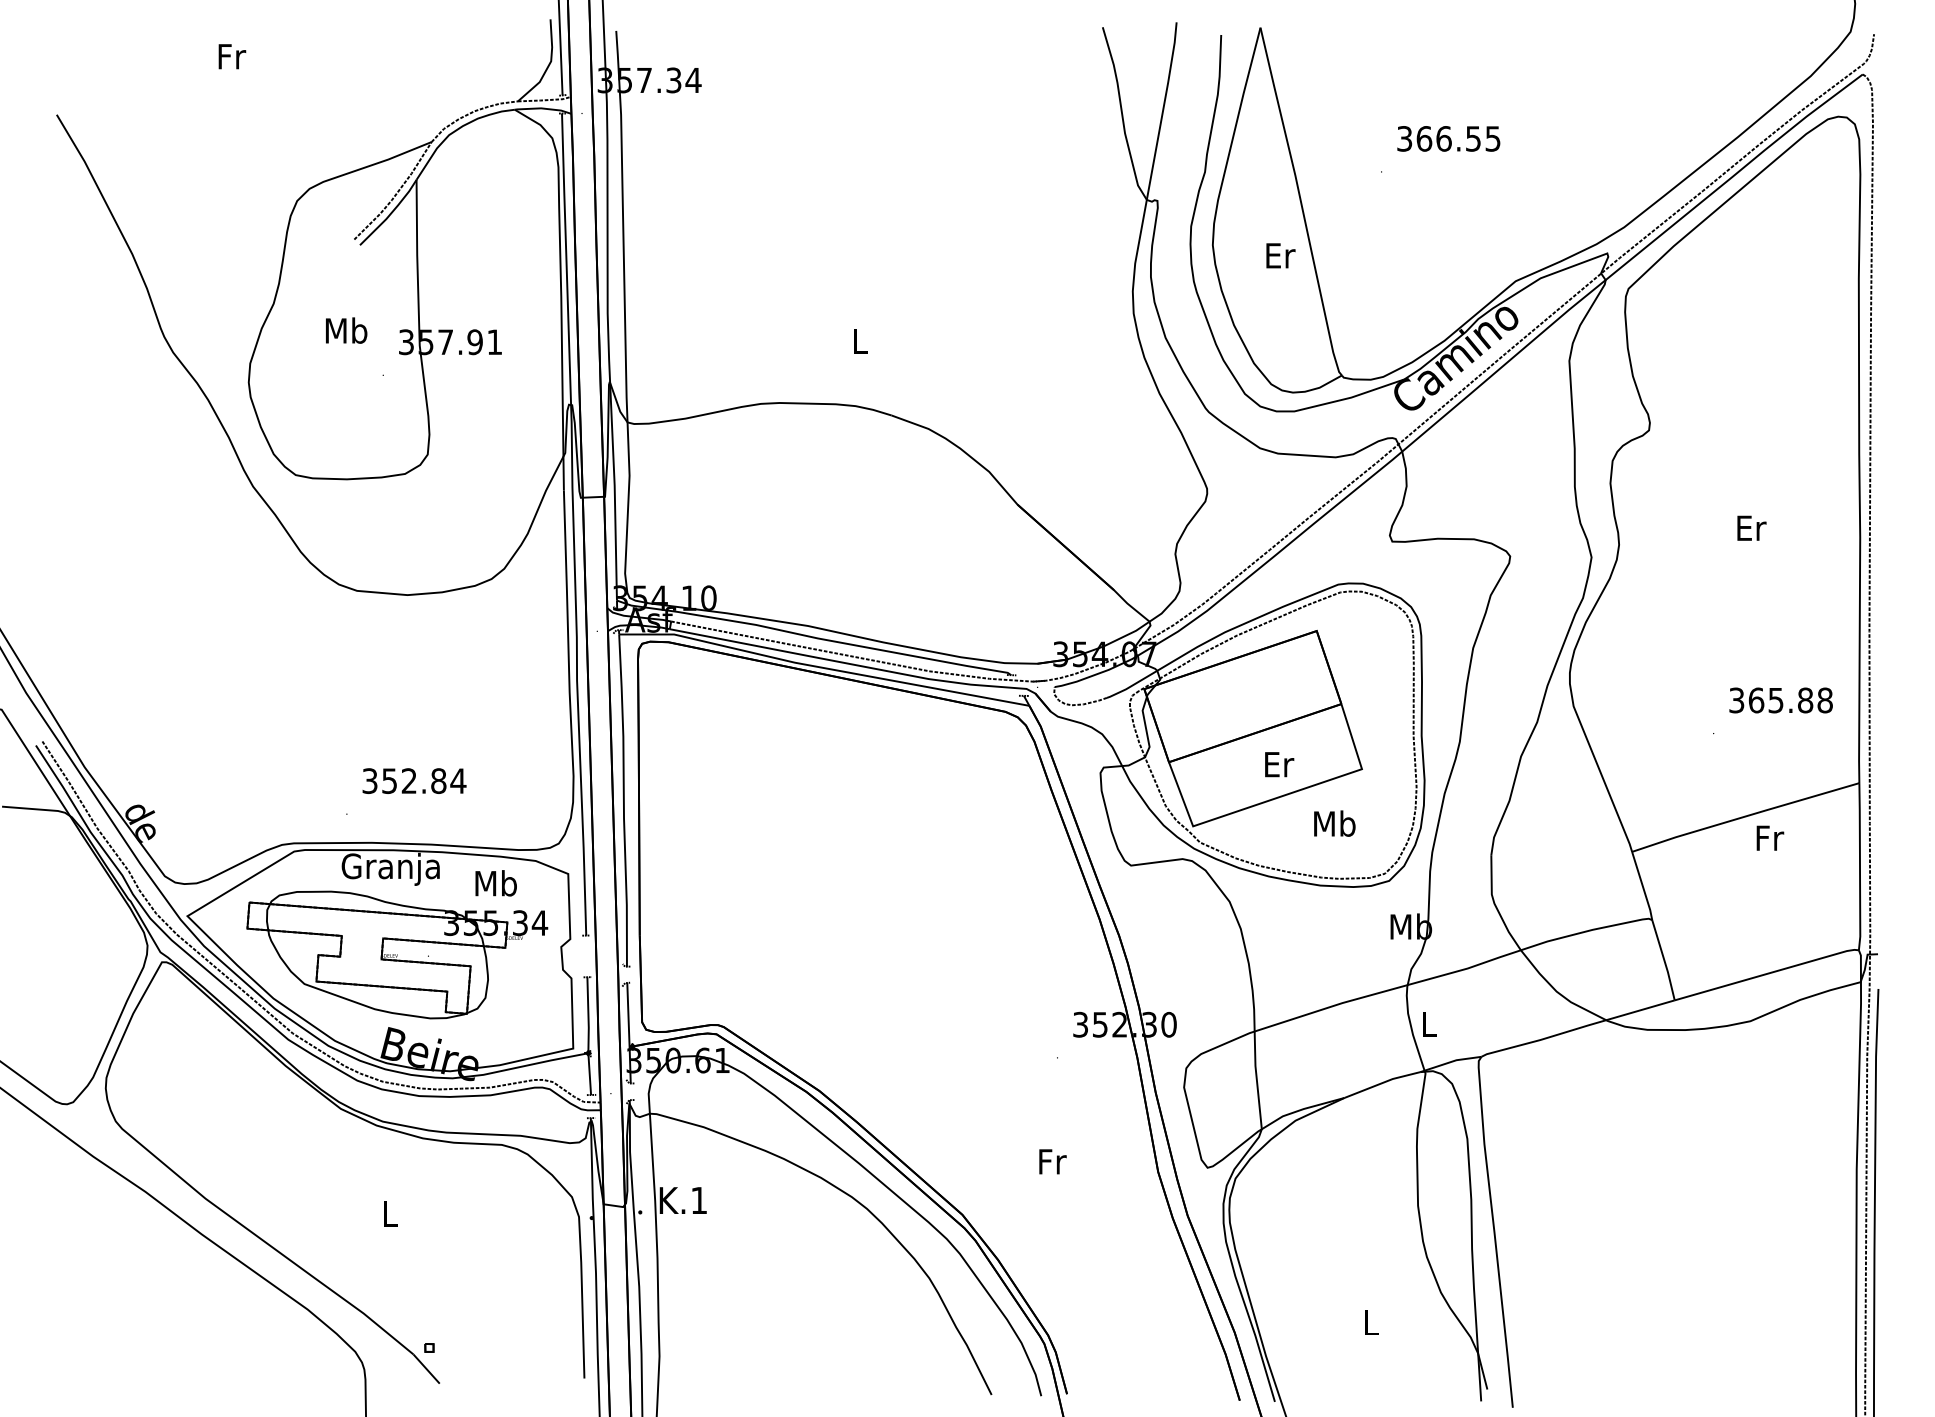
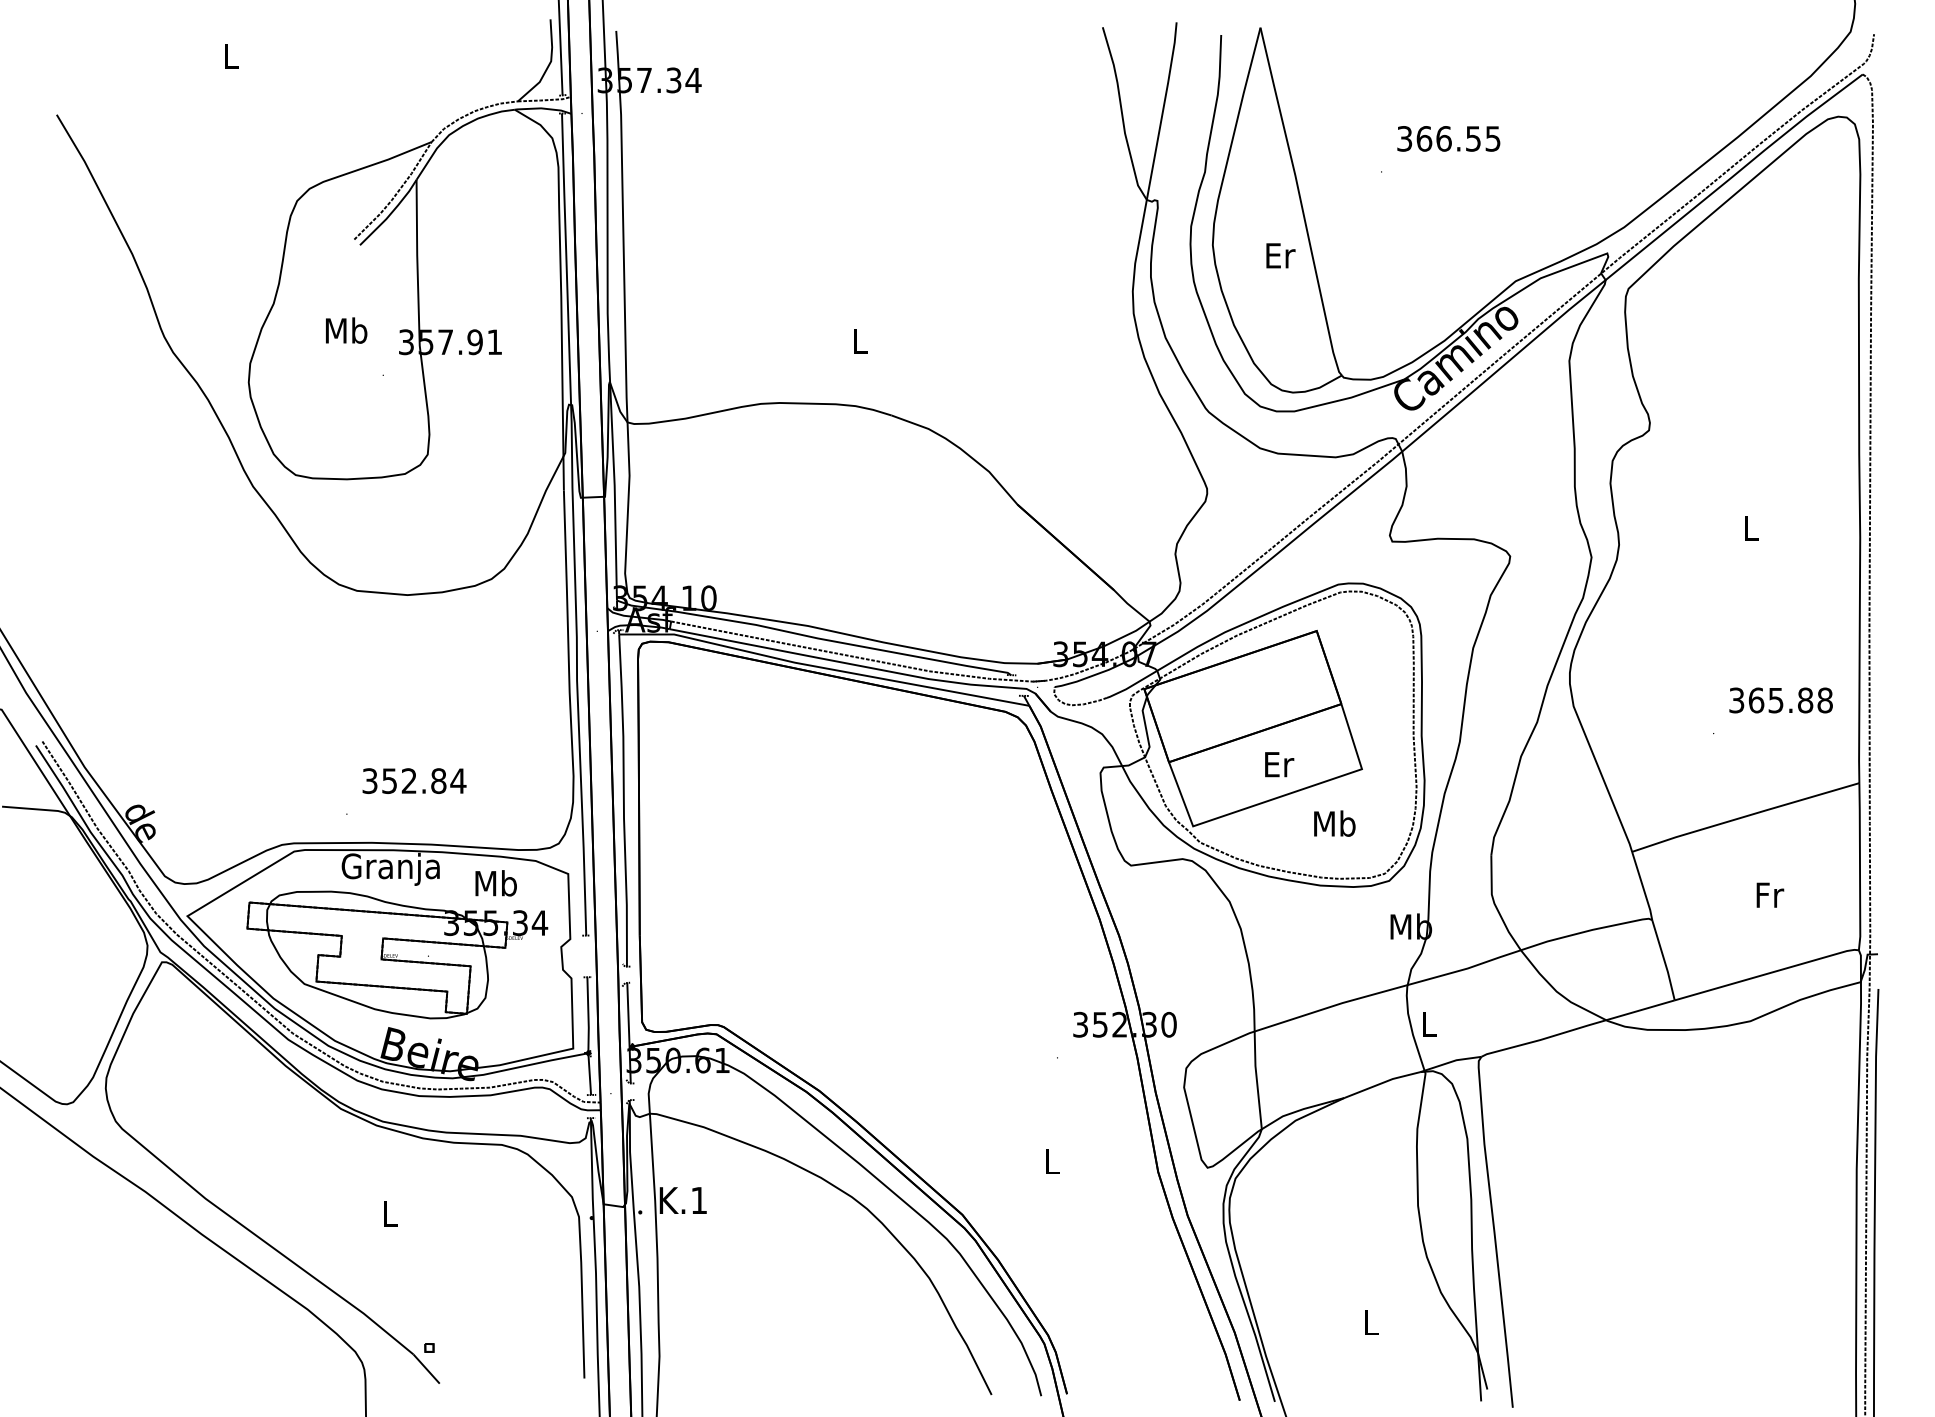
text at (232, 56): Fr -> L
text at (1751, 527): Er -> L
text at (1770, 837) position: (1770, 837) -> (1770, 894)
text at (1052, 1161): Fr -> L
